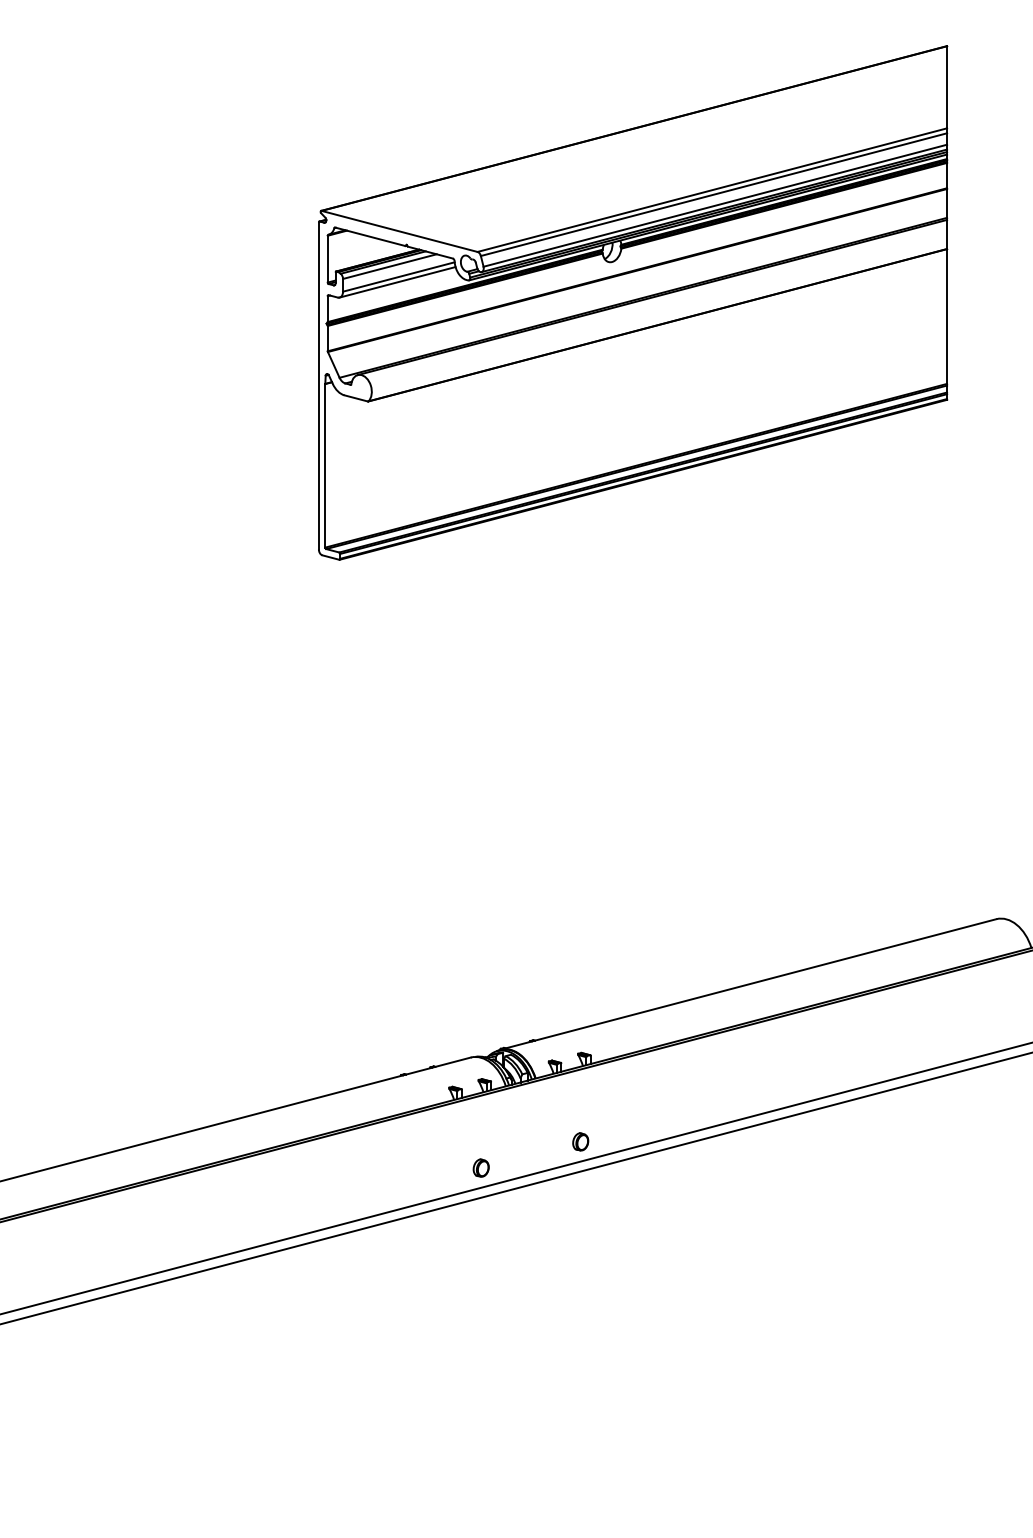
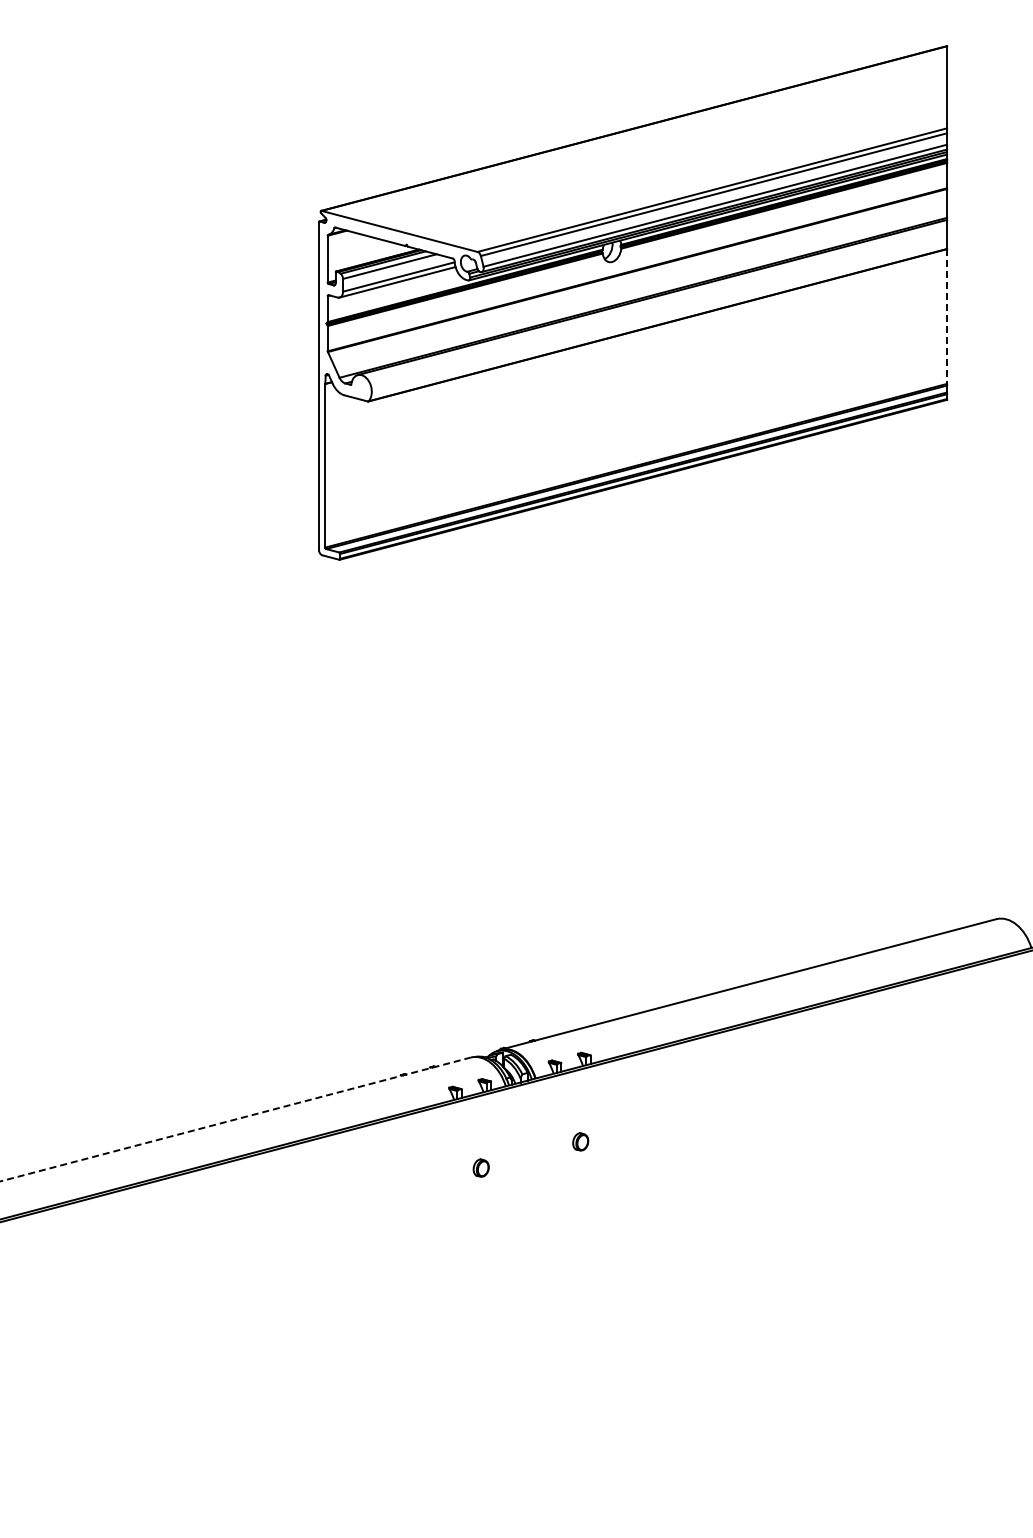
line at (947, 317): solid -> dashed
line at (236, 1119): solid -> dashed
line at (515, 1178): present -> none
line at (515, 1188): present -> none
